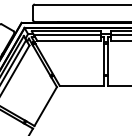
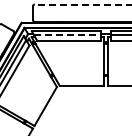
line at (82, 4): solid -> dashed
line at (67, 35): solid -> dashed
